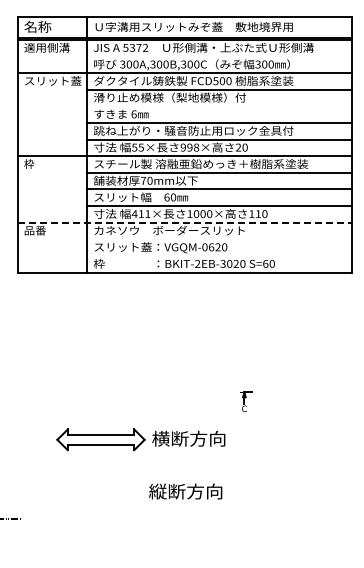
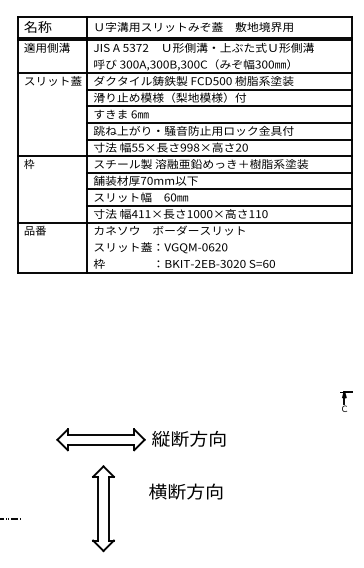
line at (219, 106): none -> present
line at (185, 222): dashed -> solid
part at (246, 401) position: (246, 401) -> (346, 401)
text at (160, 438): 横断方向 -> 縦断方向
text at (157, 491): 縦断方向 -> 横断方向
part at (103, 508): none -> present
